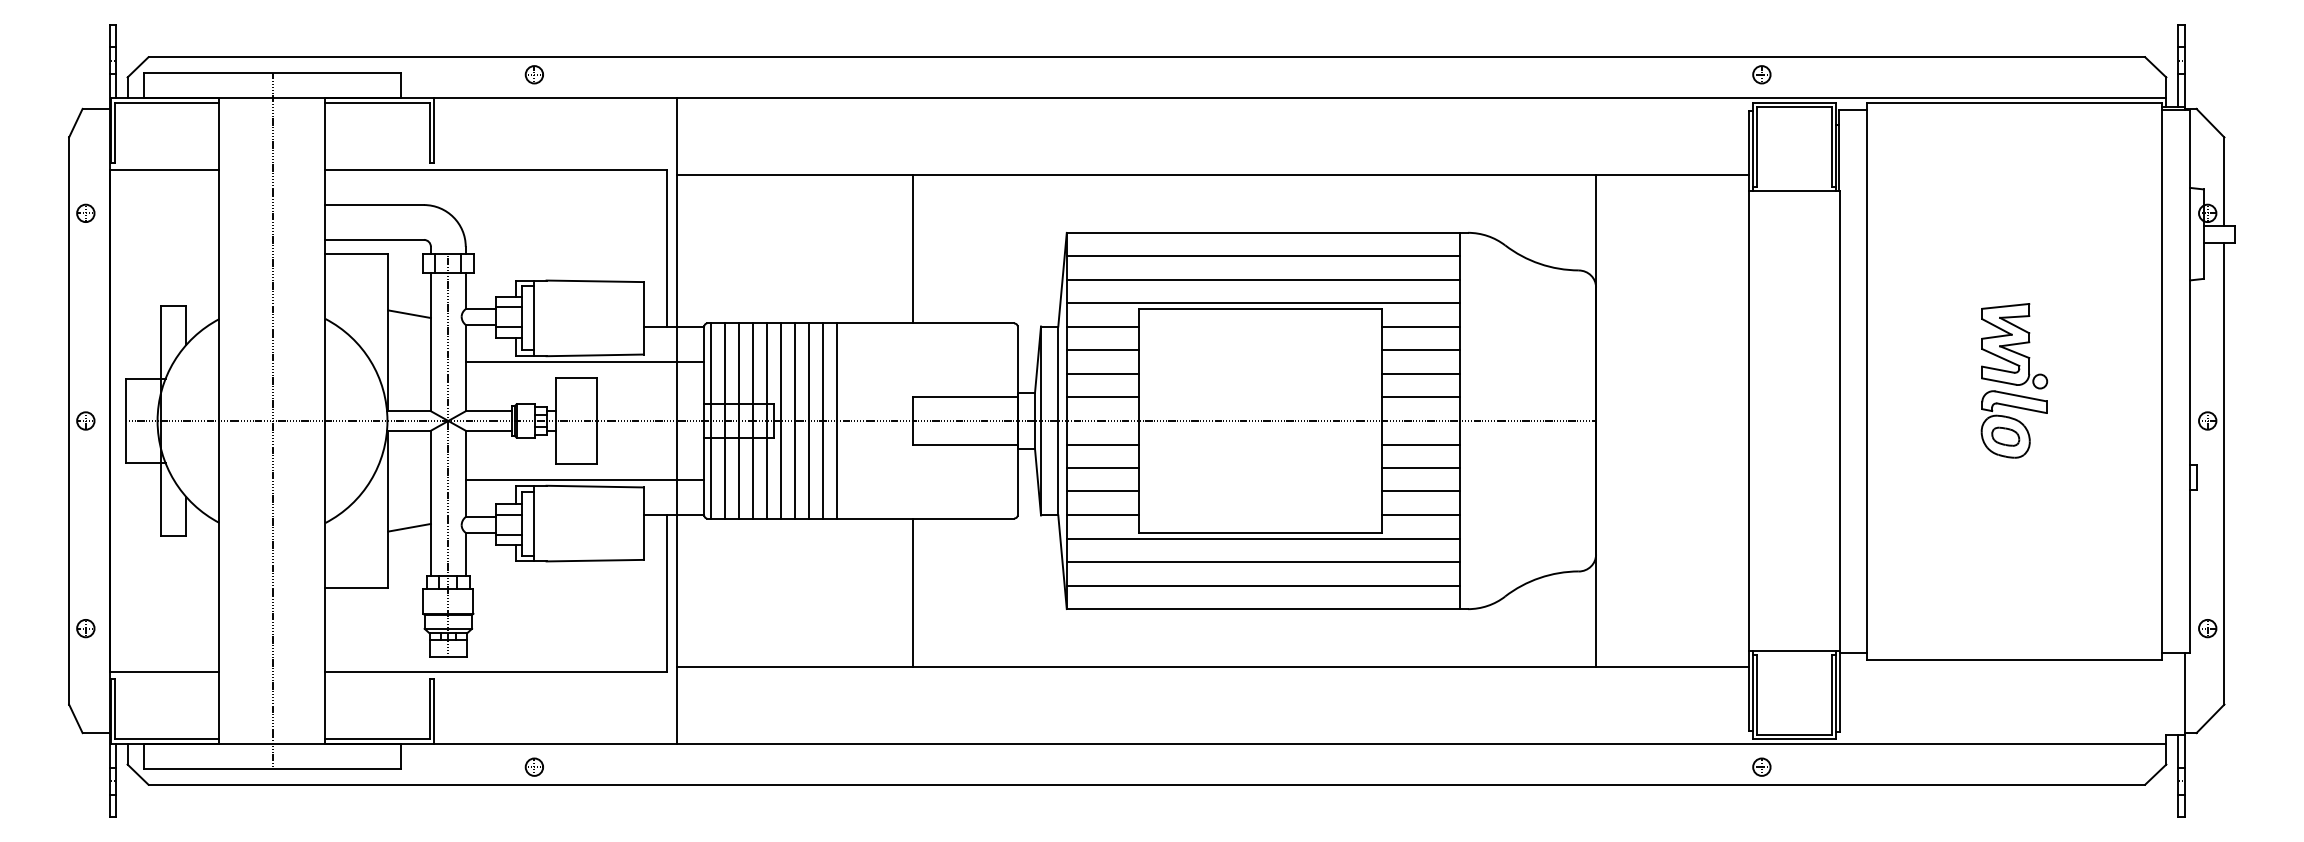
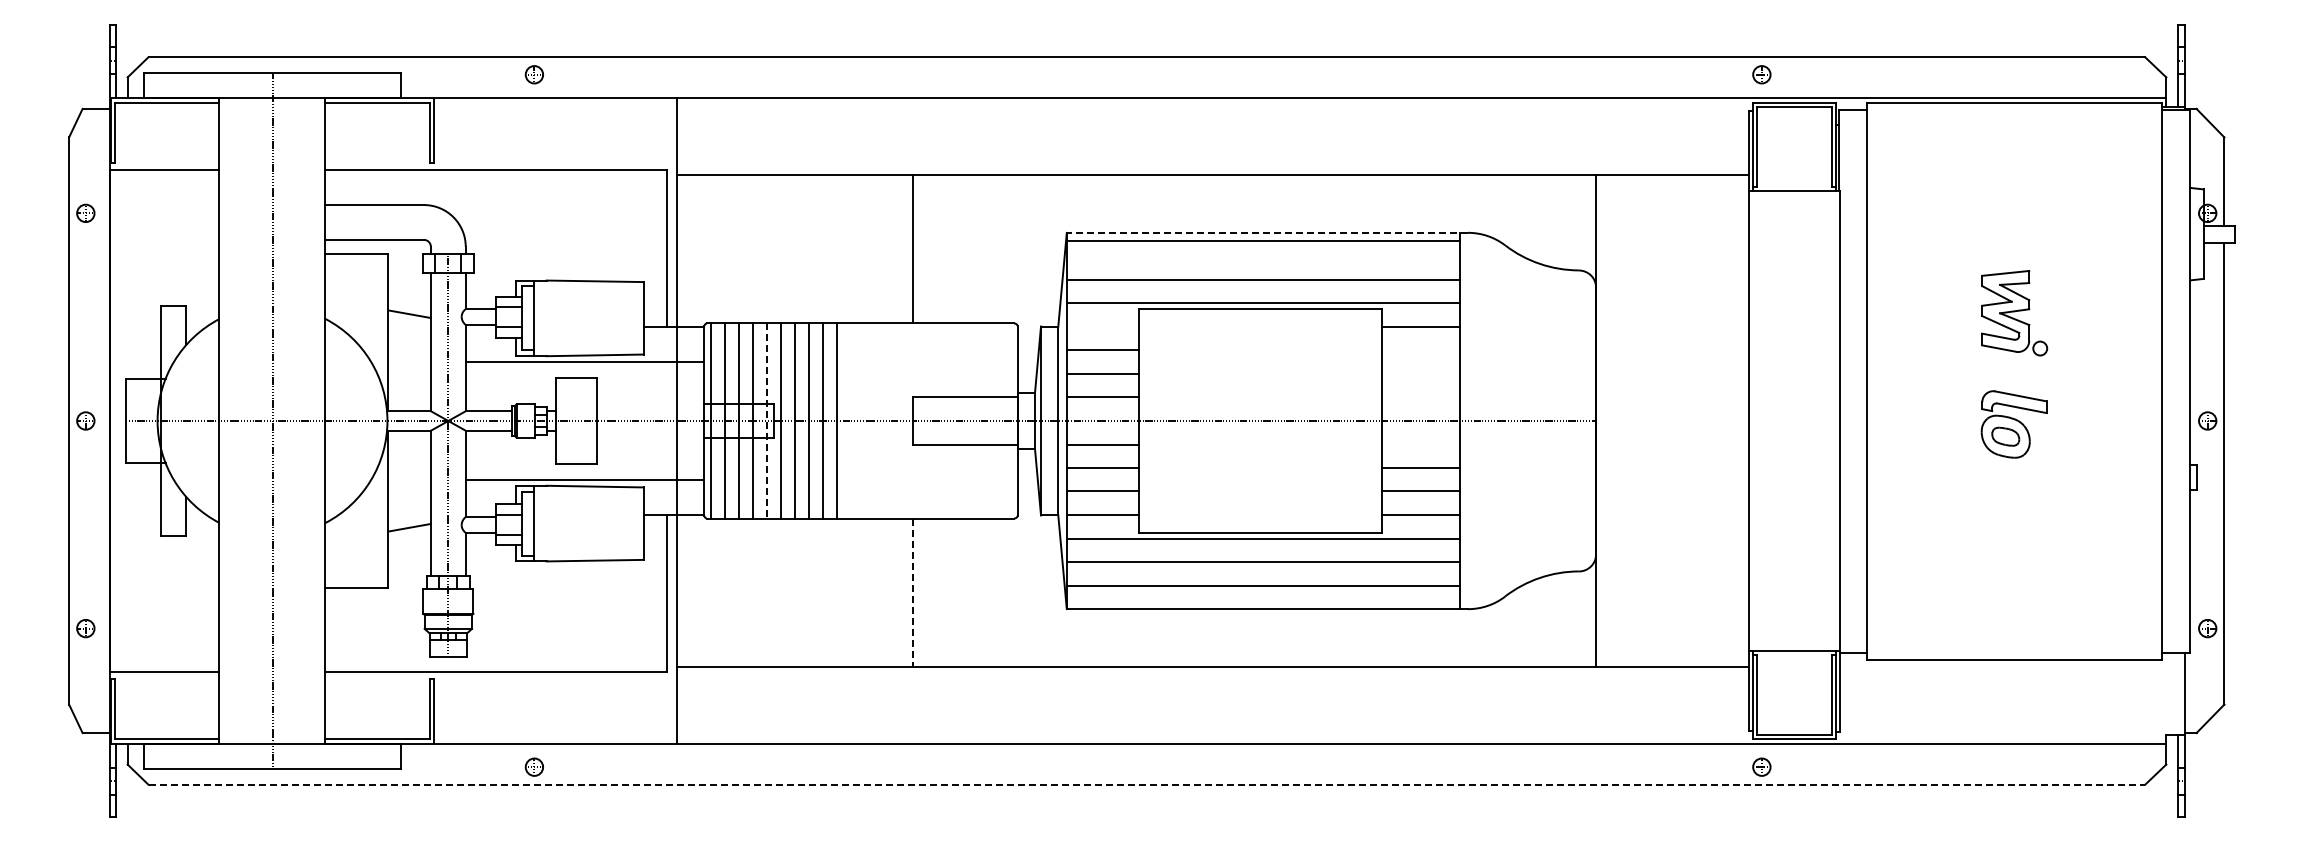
line at (1267, 232): solid -> dashed
line at (1262, 256) position: (1262, 256) -> (1262, 241)
line at (1102, 326): present -> none
part at (2014, 346) position: (2014, 346) -> (2014, 313)
line at (1420, 350): present -> none
line at (1420, 373): present -> none
line at (1420, 397): present -> none
line at (767, 421): solid -> dashed
line at (1420, 444): present -> none
line at (913, 593): solid -> dashed
line at (1147, 784): solid -> dashed
